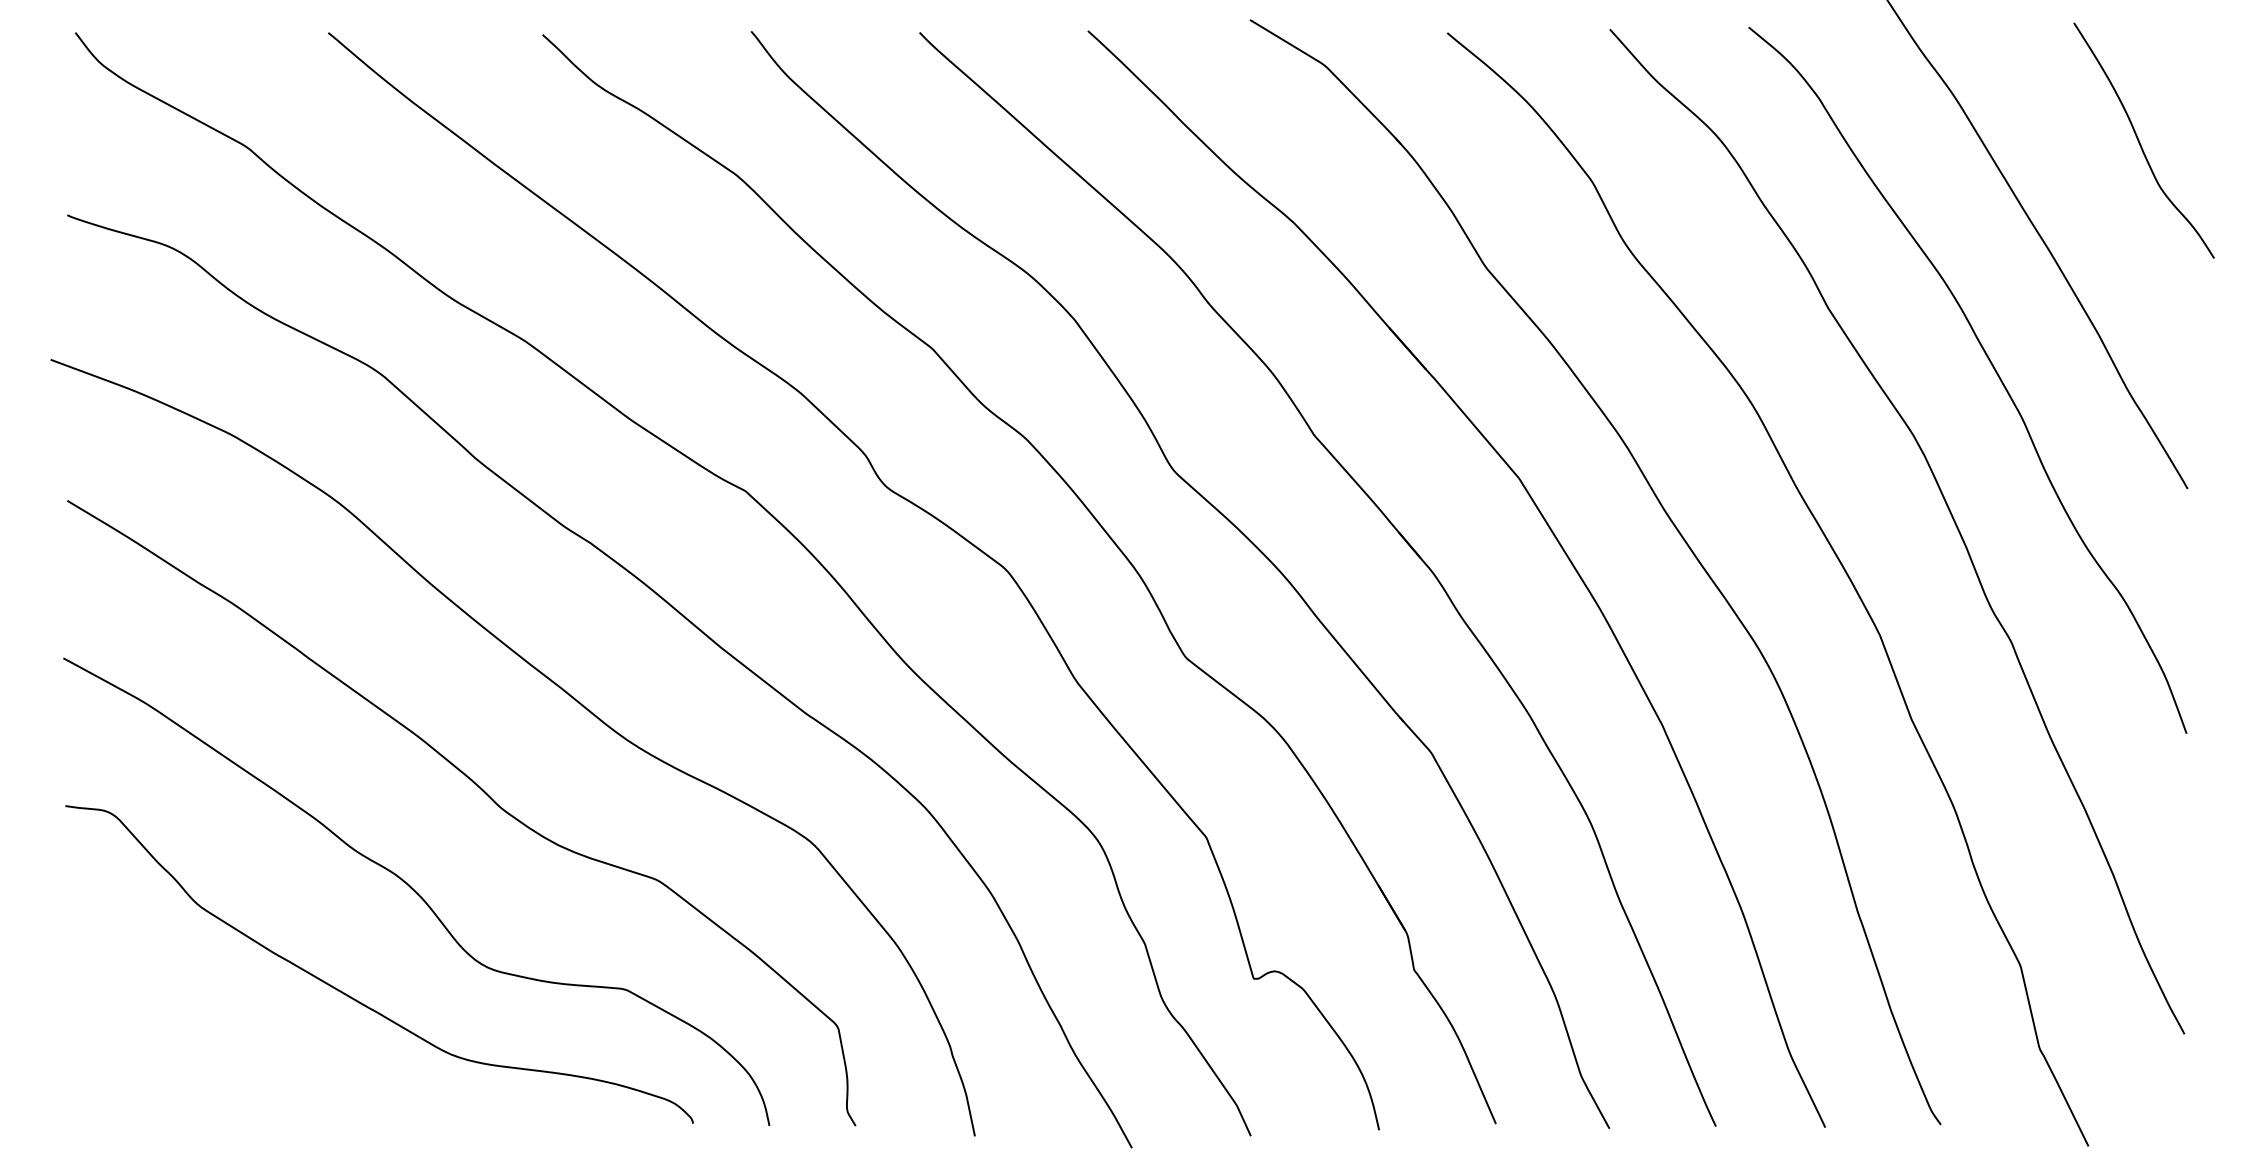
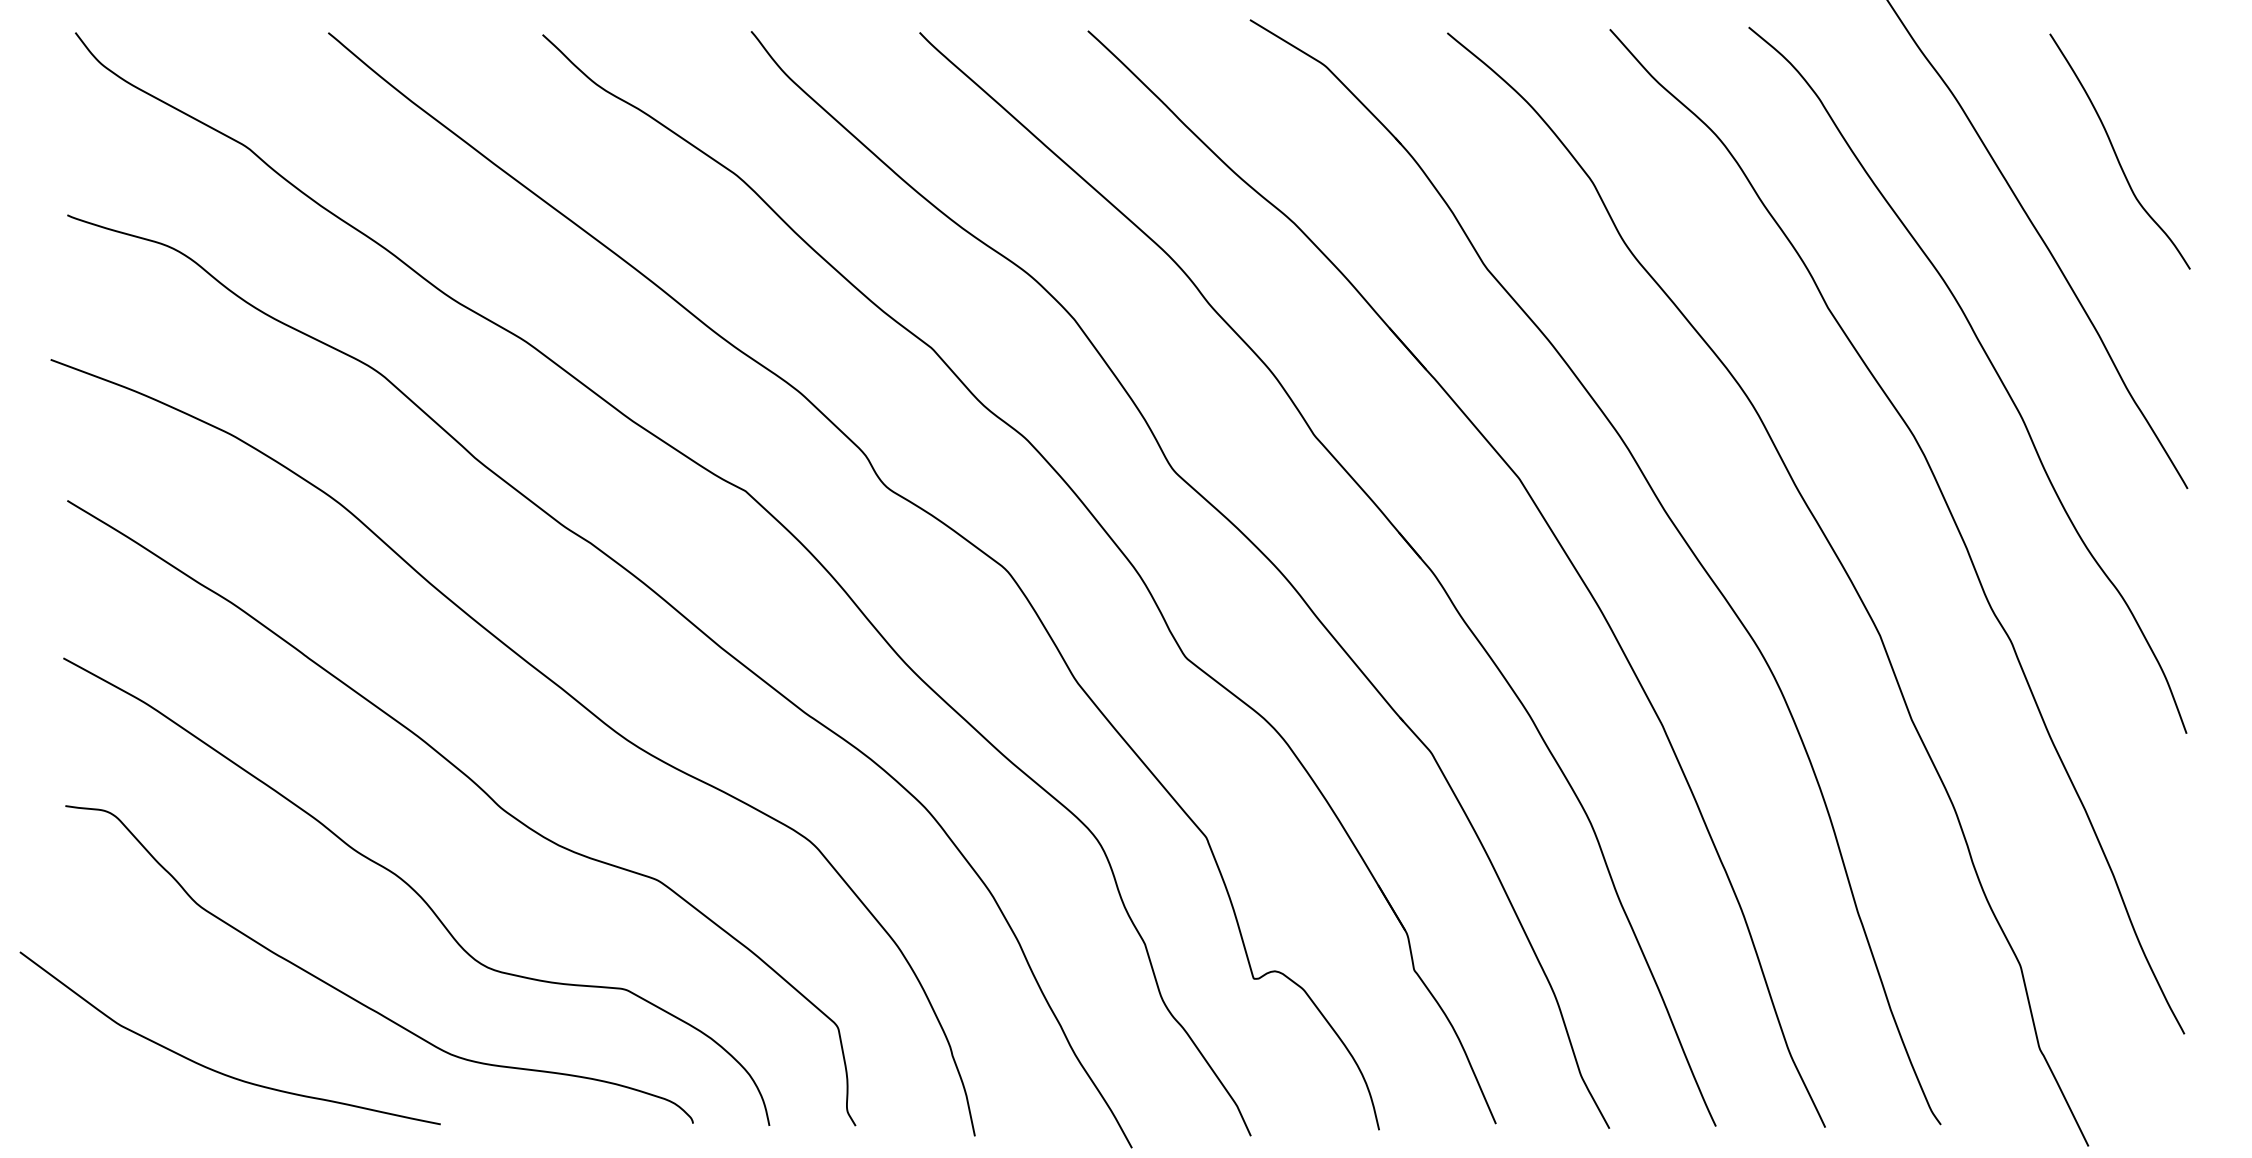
curve at (2140, 142) position: (2140, 142) -> (2116, 153)
curve at (214, 1069): none -> present
